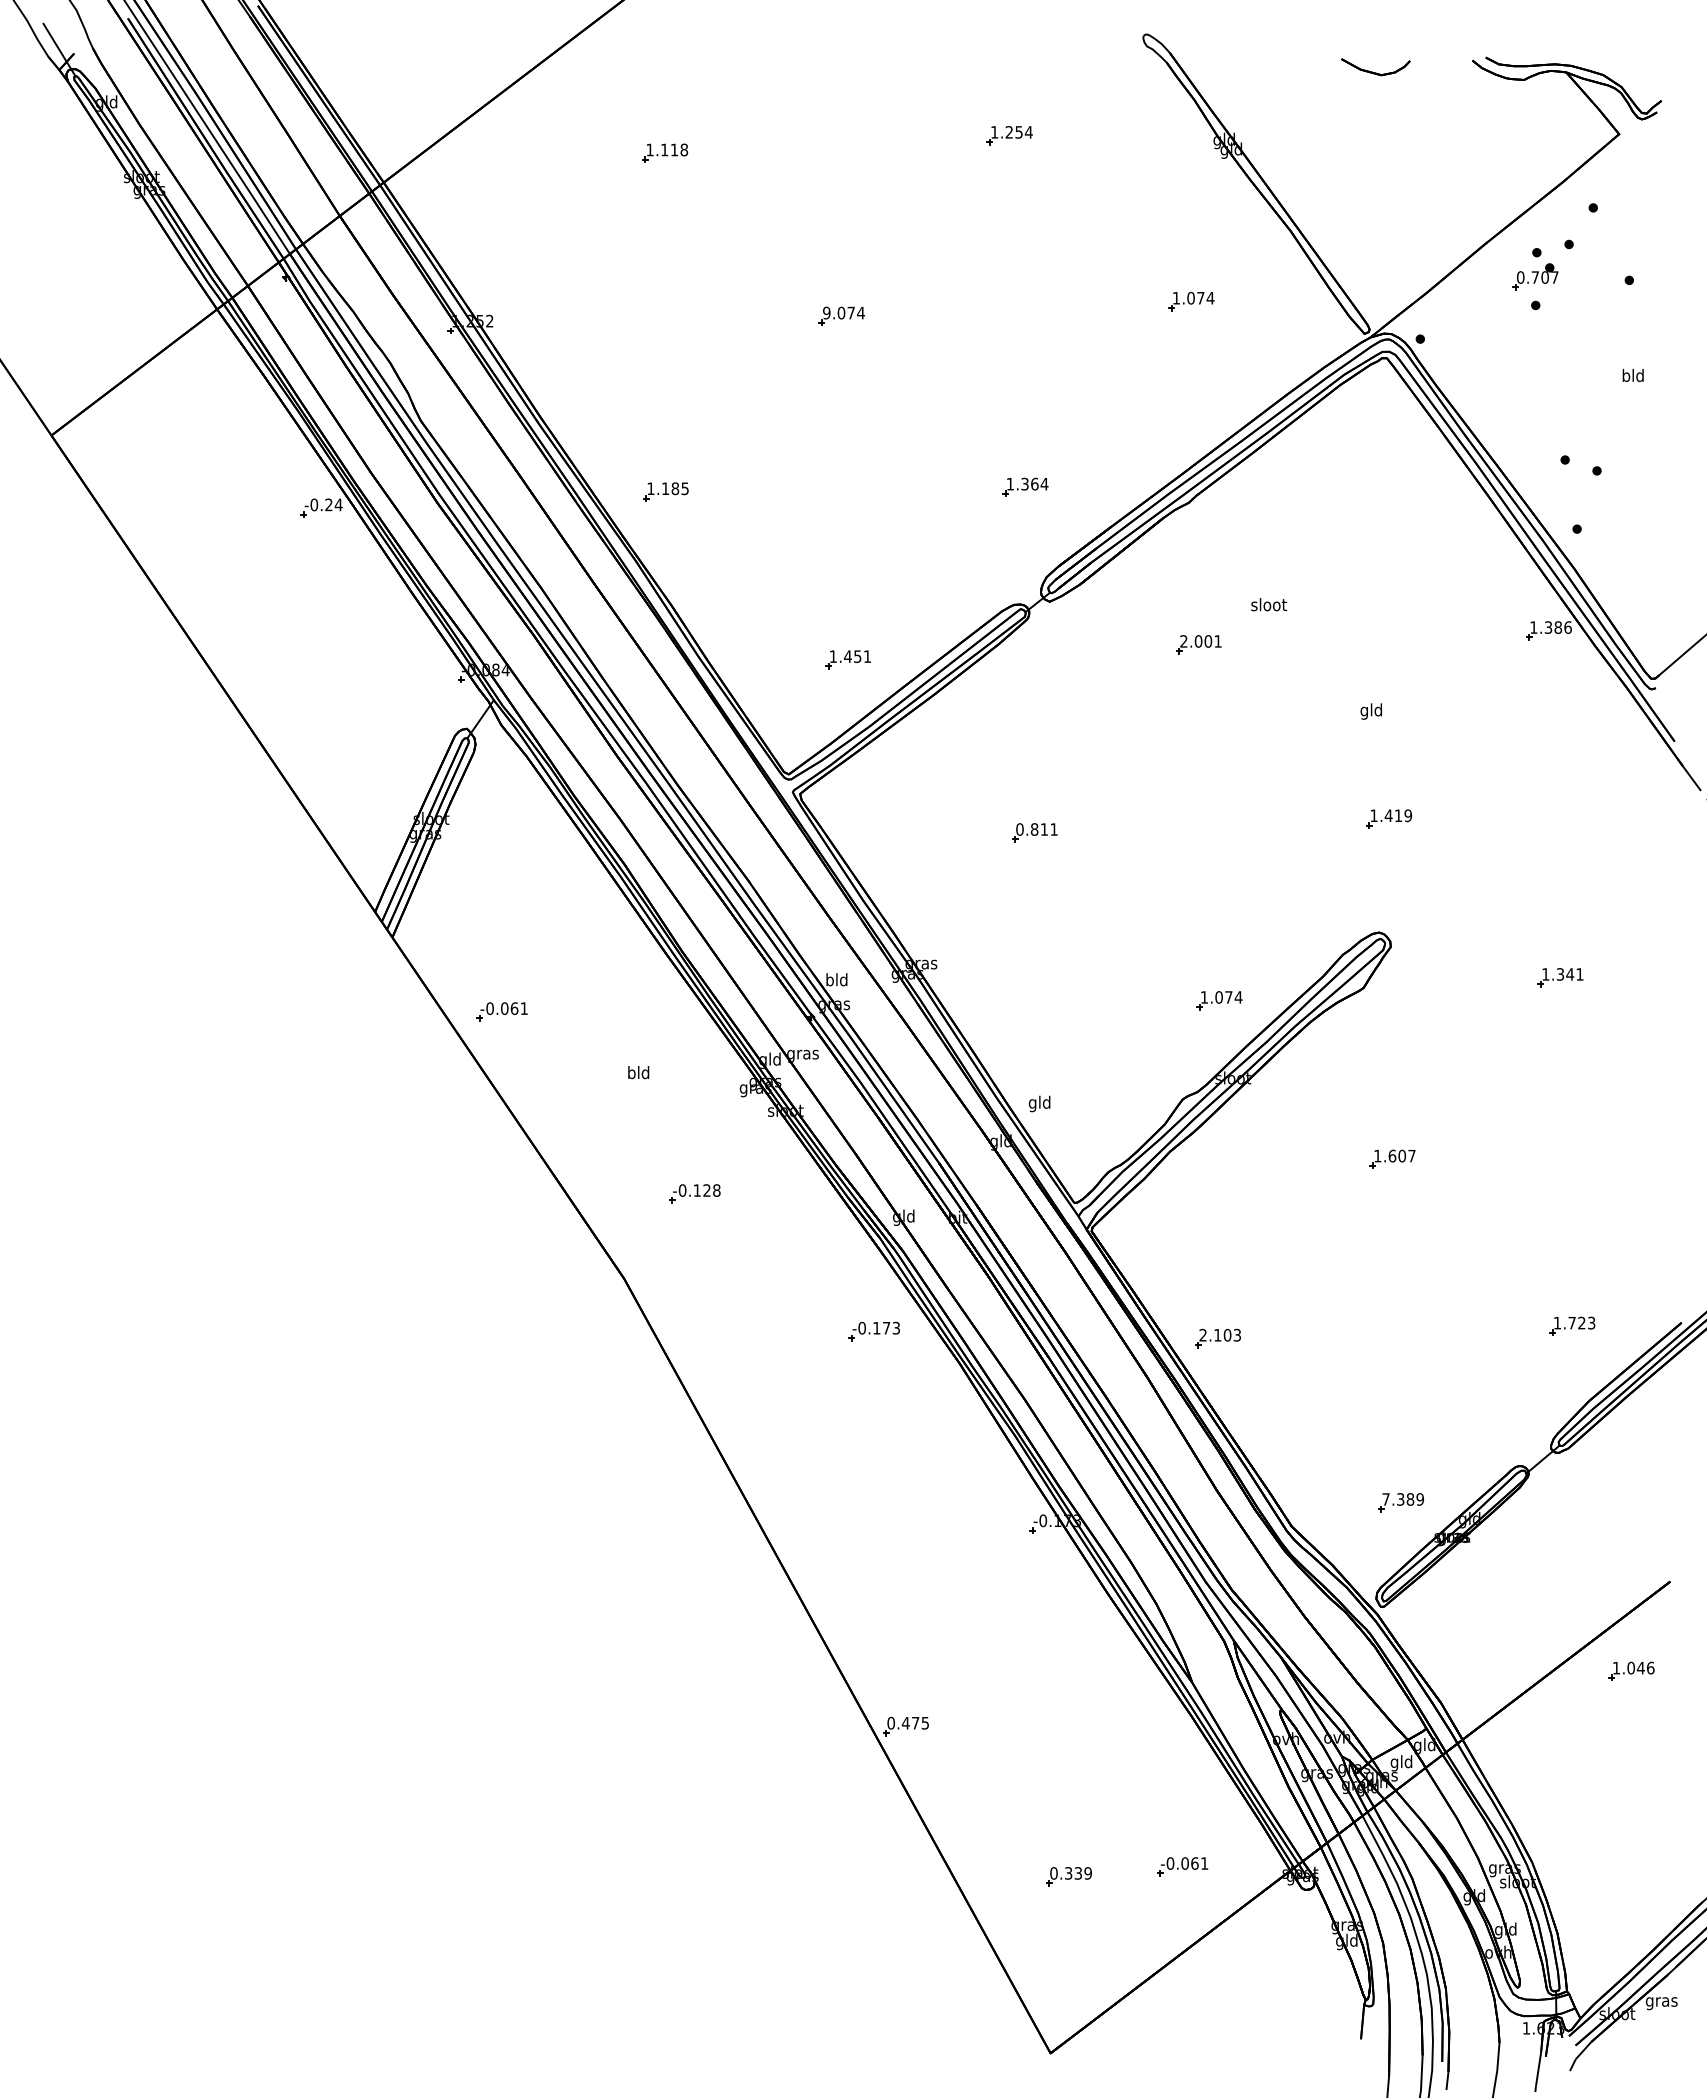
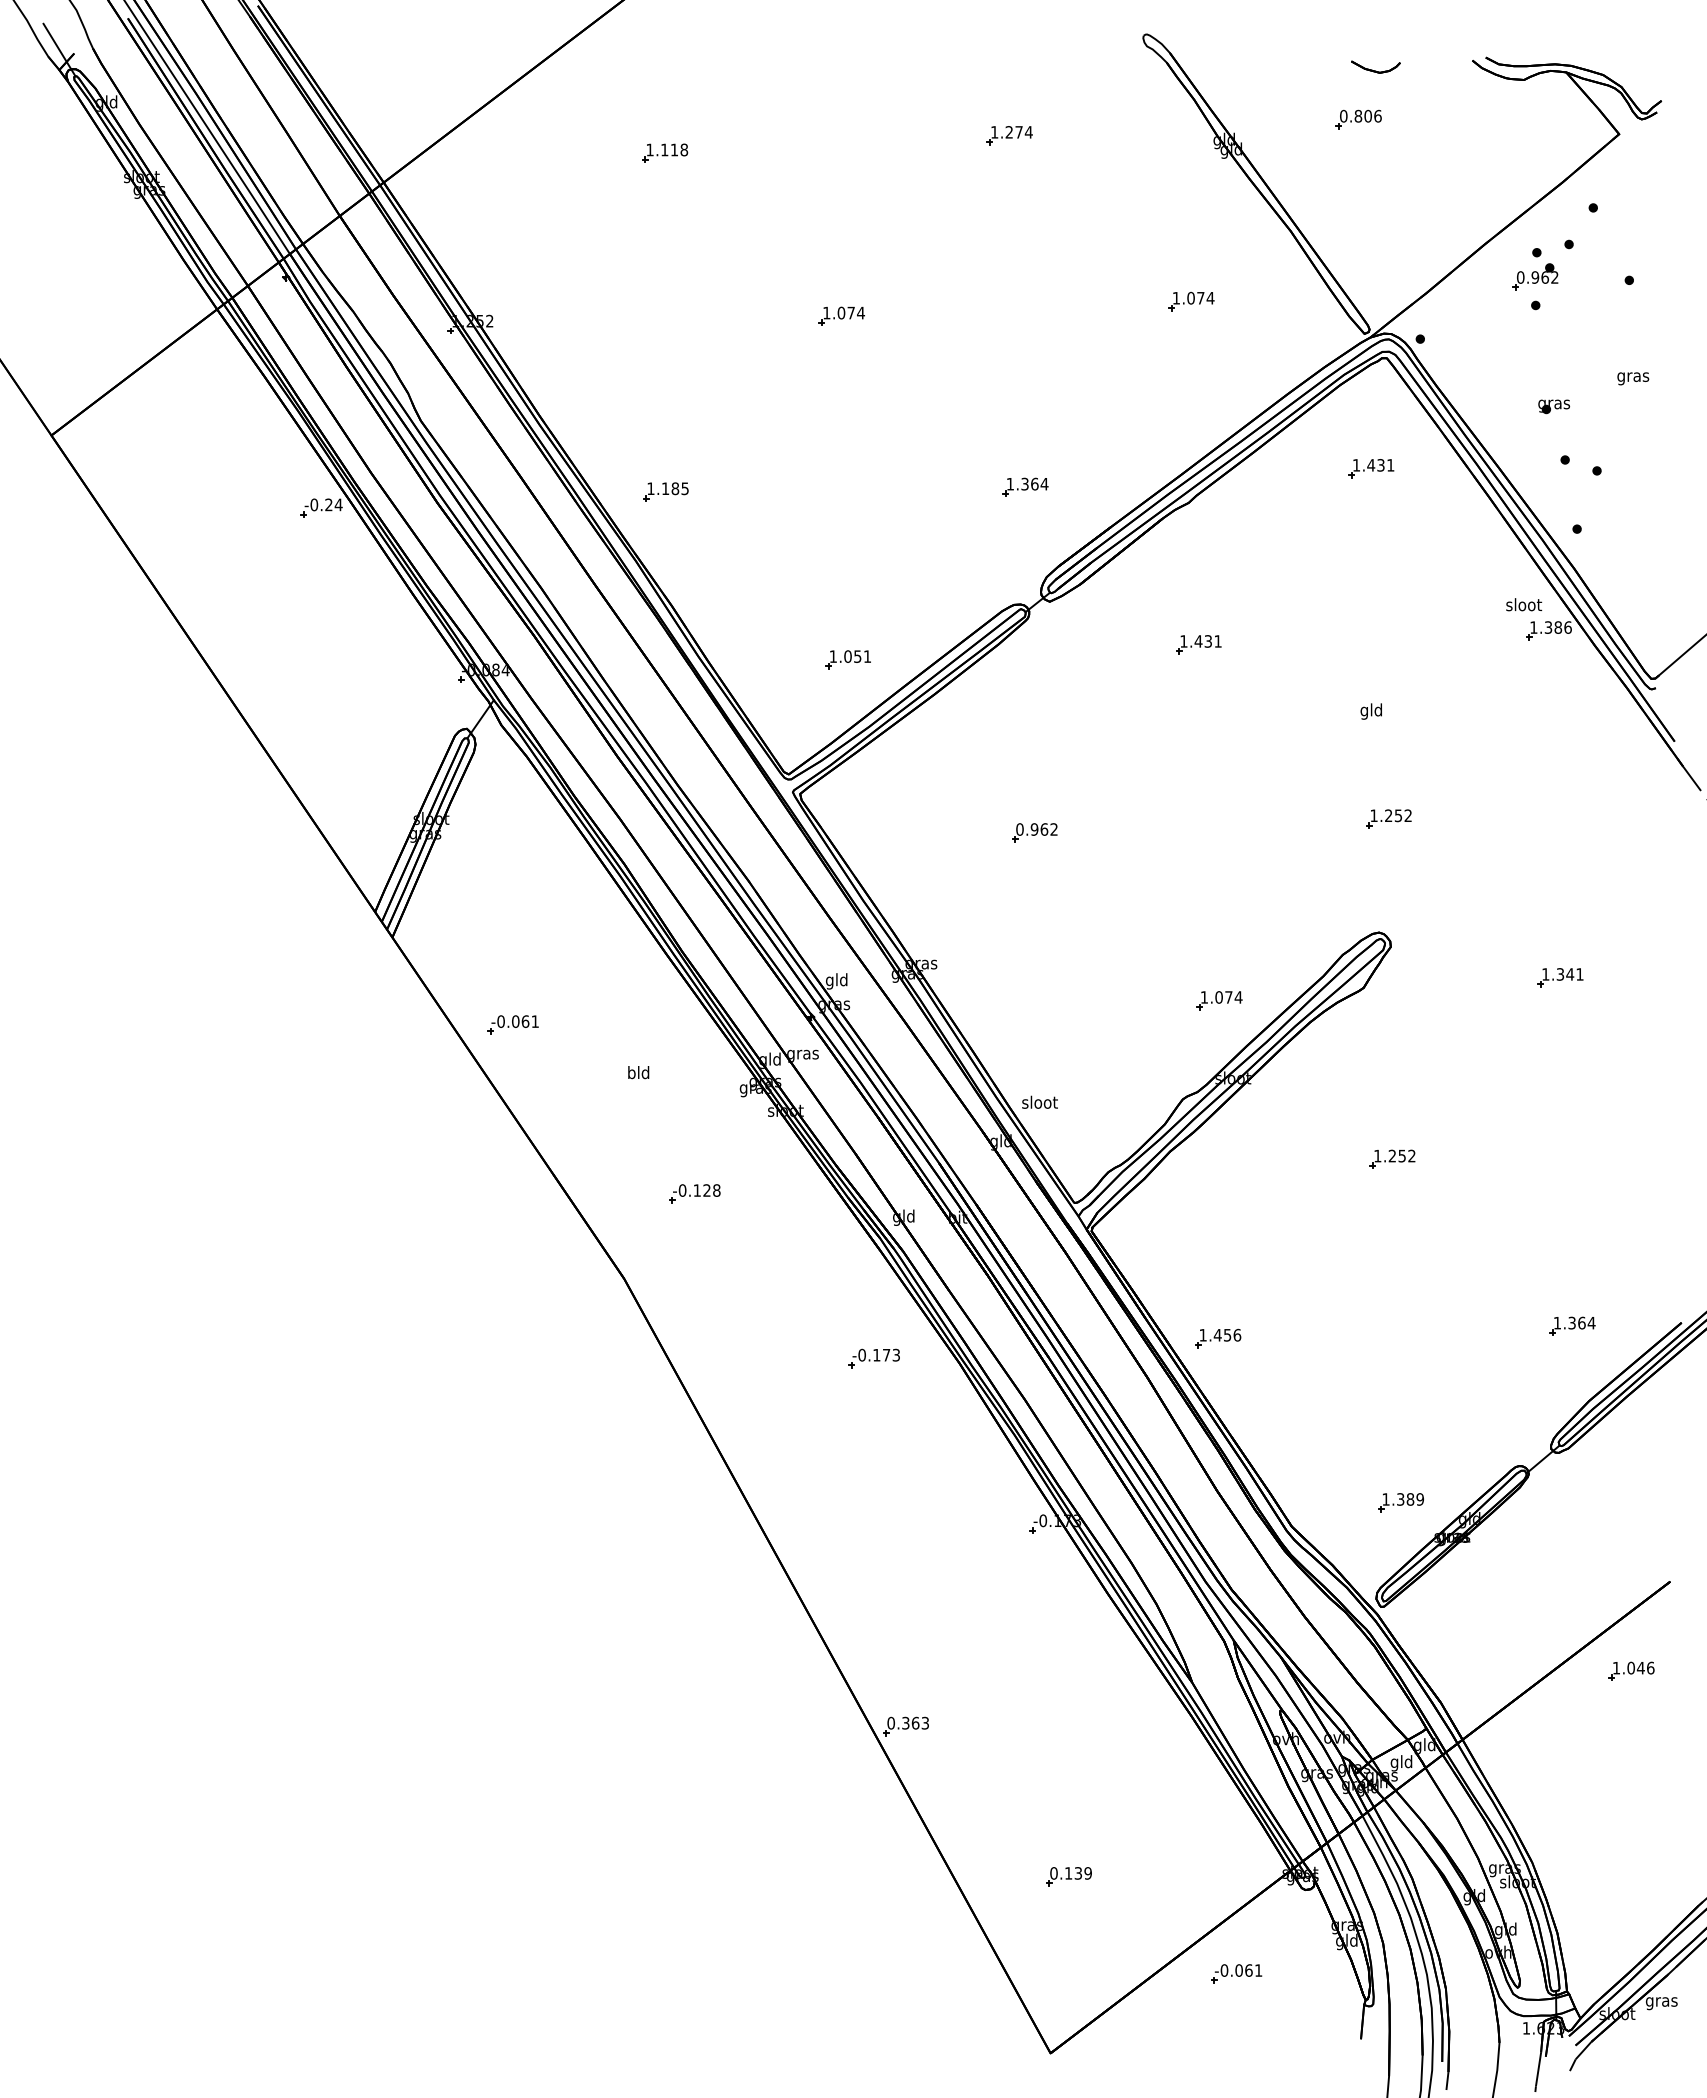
part at (1375, 67) size: 70x19 px -> 50x14 px
part at (1358, 119): none -> present
text at (1018, 132): 1.254 -> 1.274
text at (1544, 277): 0.707 -> 0.962
text at (826, 312): 9.074 -> 1.074
text at (1633, 376): bld -> gras
part at (1553, 406): none -> present
part at (1371, 468): none -> present
text at (1269, 604) position: (1269, 604) -> (1524, 604)
text at (1196, 641): 2.001 -> 1.431
text at (847, 656): 1.451 -> 1.051
text at (1398, 815): 1.419 -> 1.252
text at (1043, 829): 0.811 -> 0.962
text at (829, 981): bld -> gld
part at (501, 1011) position: (501, 1011) -> (512, 1024)
text at (1039, 1103): gld -> sloot
text at (1401, 1155): 1.607 -> 1.252
text at (1581, 1322): 1.723 -> 1.364
part at (873, 1331) position: (873, 1331) -> (873, 1358)
text at (1220, 1334): 2.103 -> 1.456
text at (1385, 1499): 7.389 -> 1.389
text at (914, 1722): 0.475 -> 0.363
part at (1182, 1866) position: (1182, 1866) -> (1236, 1973)
text at (1068, 1873): 0.339 -> 0.139
